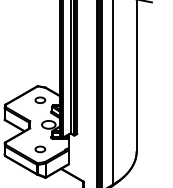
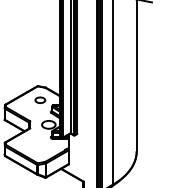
part at (40, 149): present -> none
